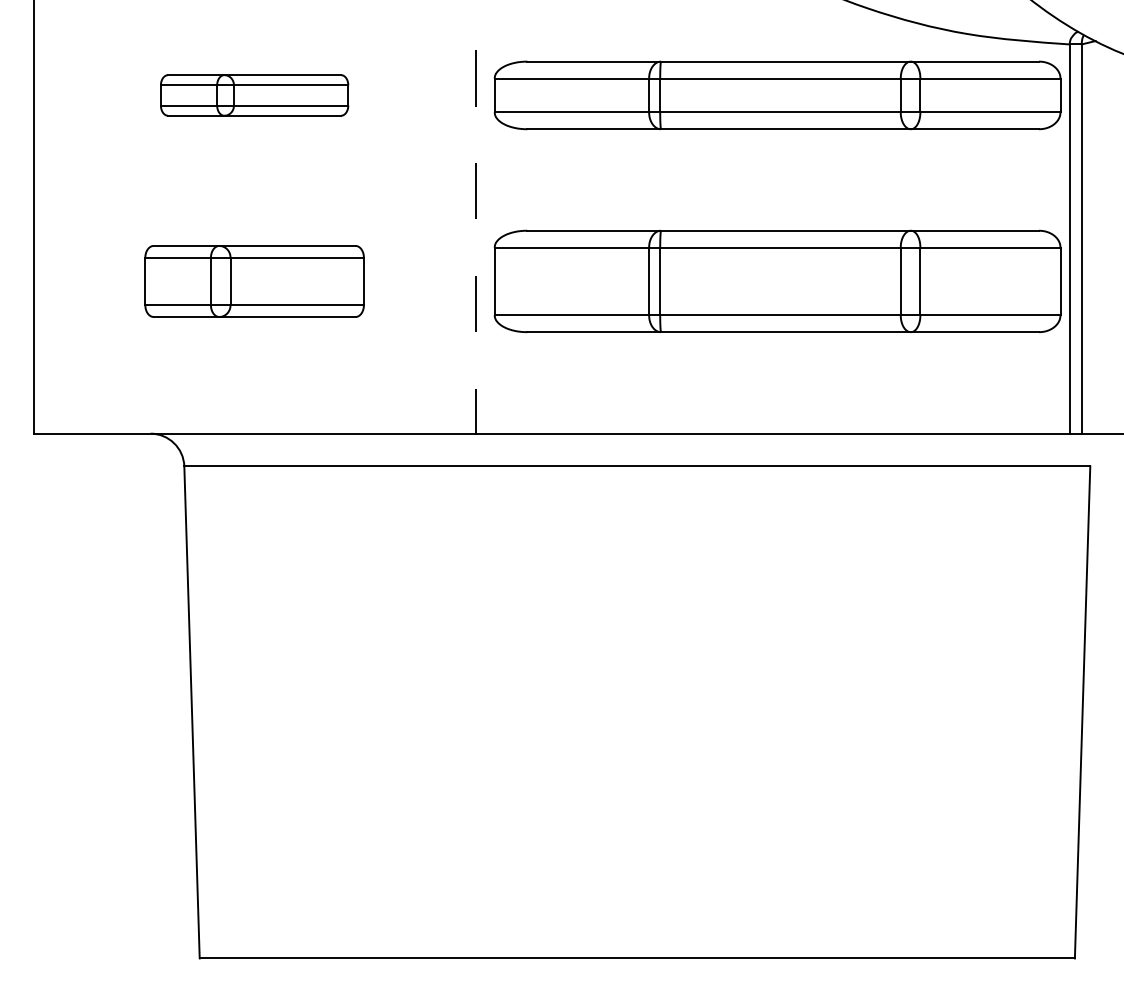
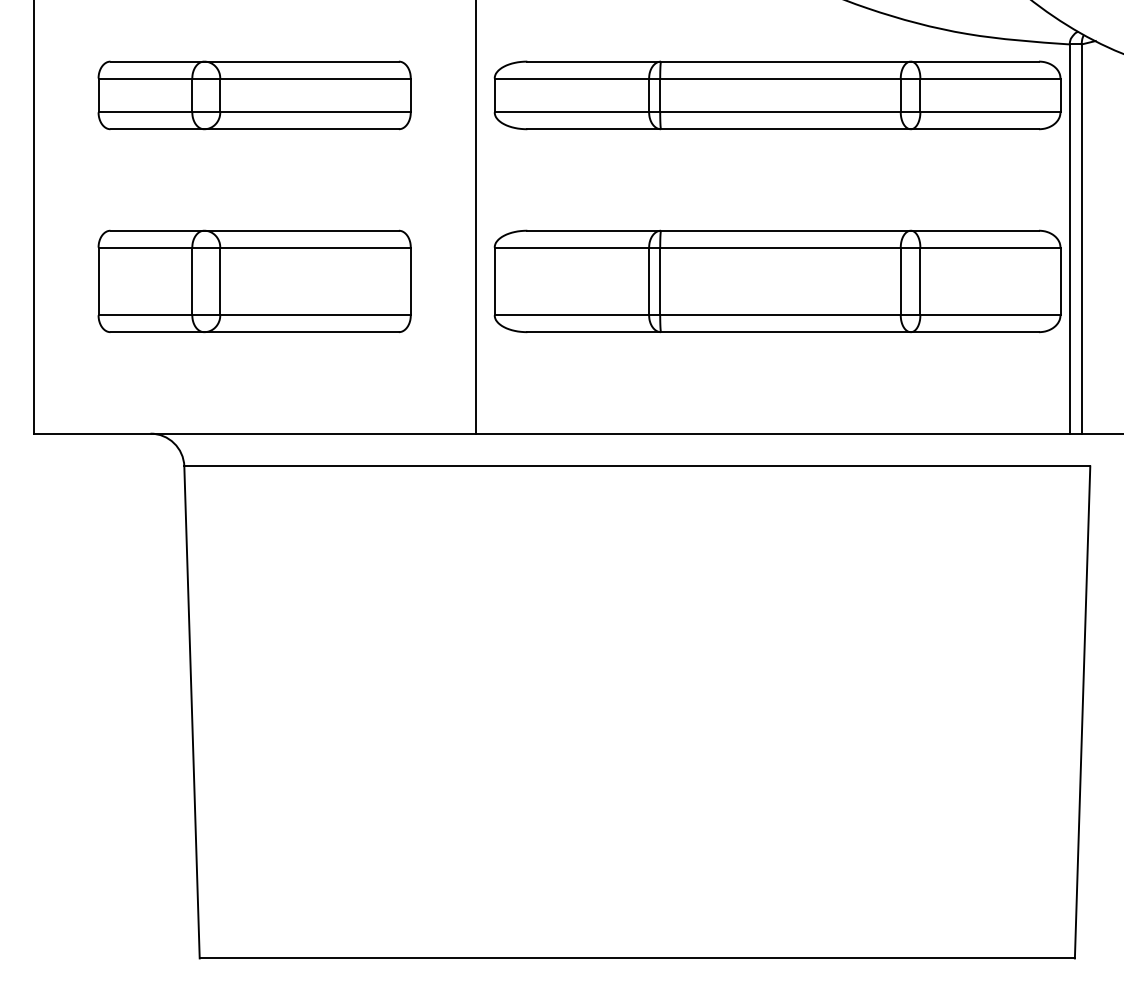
part at (254, 95) size: 190x43 px -> 315x71 px
line at (475, 216): dashed -> solid
part at (254, 281) size: 221x73 px -> 315x105 px
